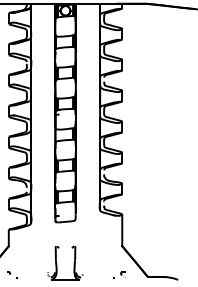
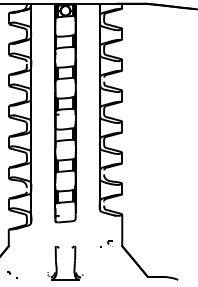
part at (119, 274) position: (119, 274) -> (106, 243)
